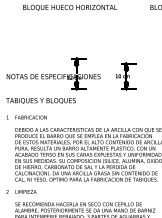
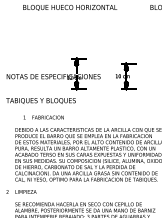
text at (26, 117) position: (26, 117) -> (43, 117)
